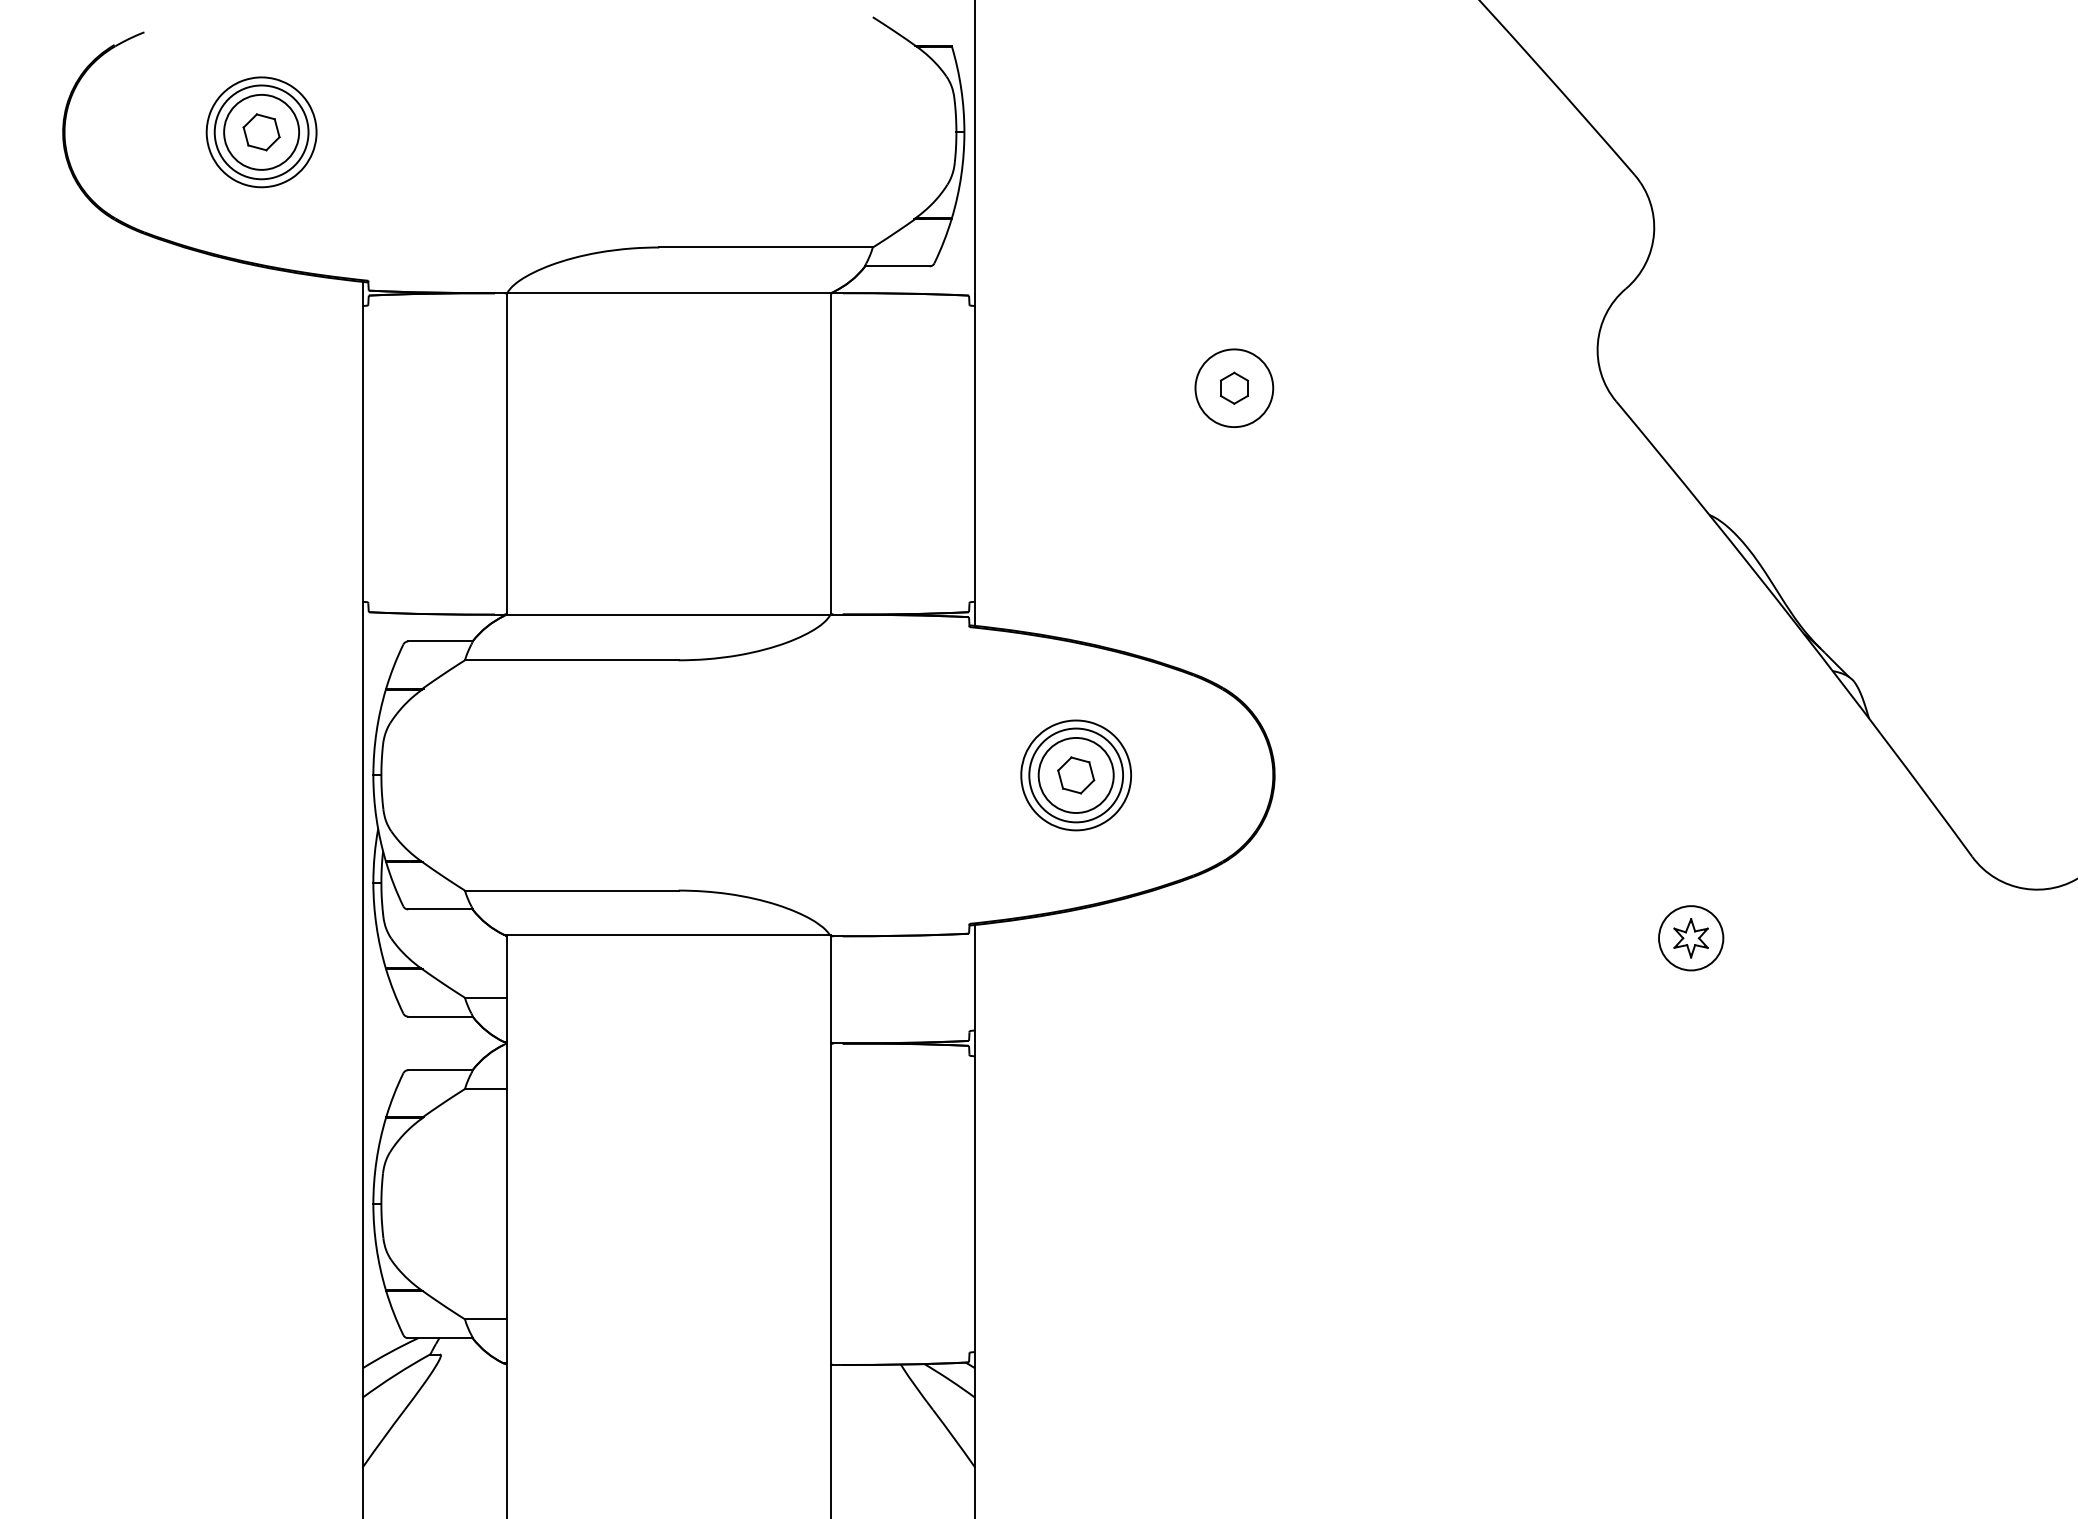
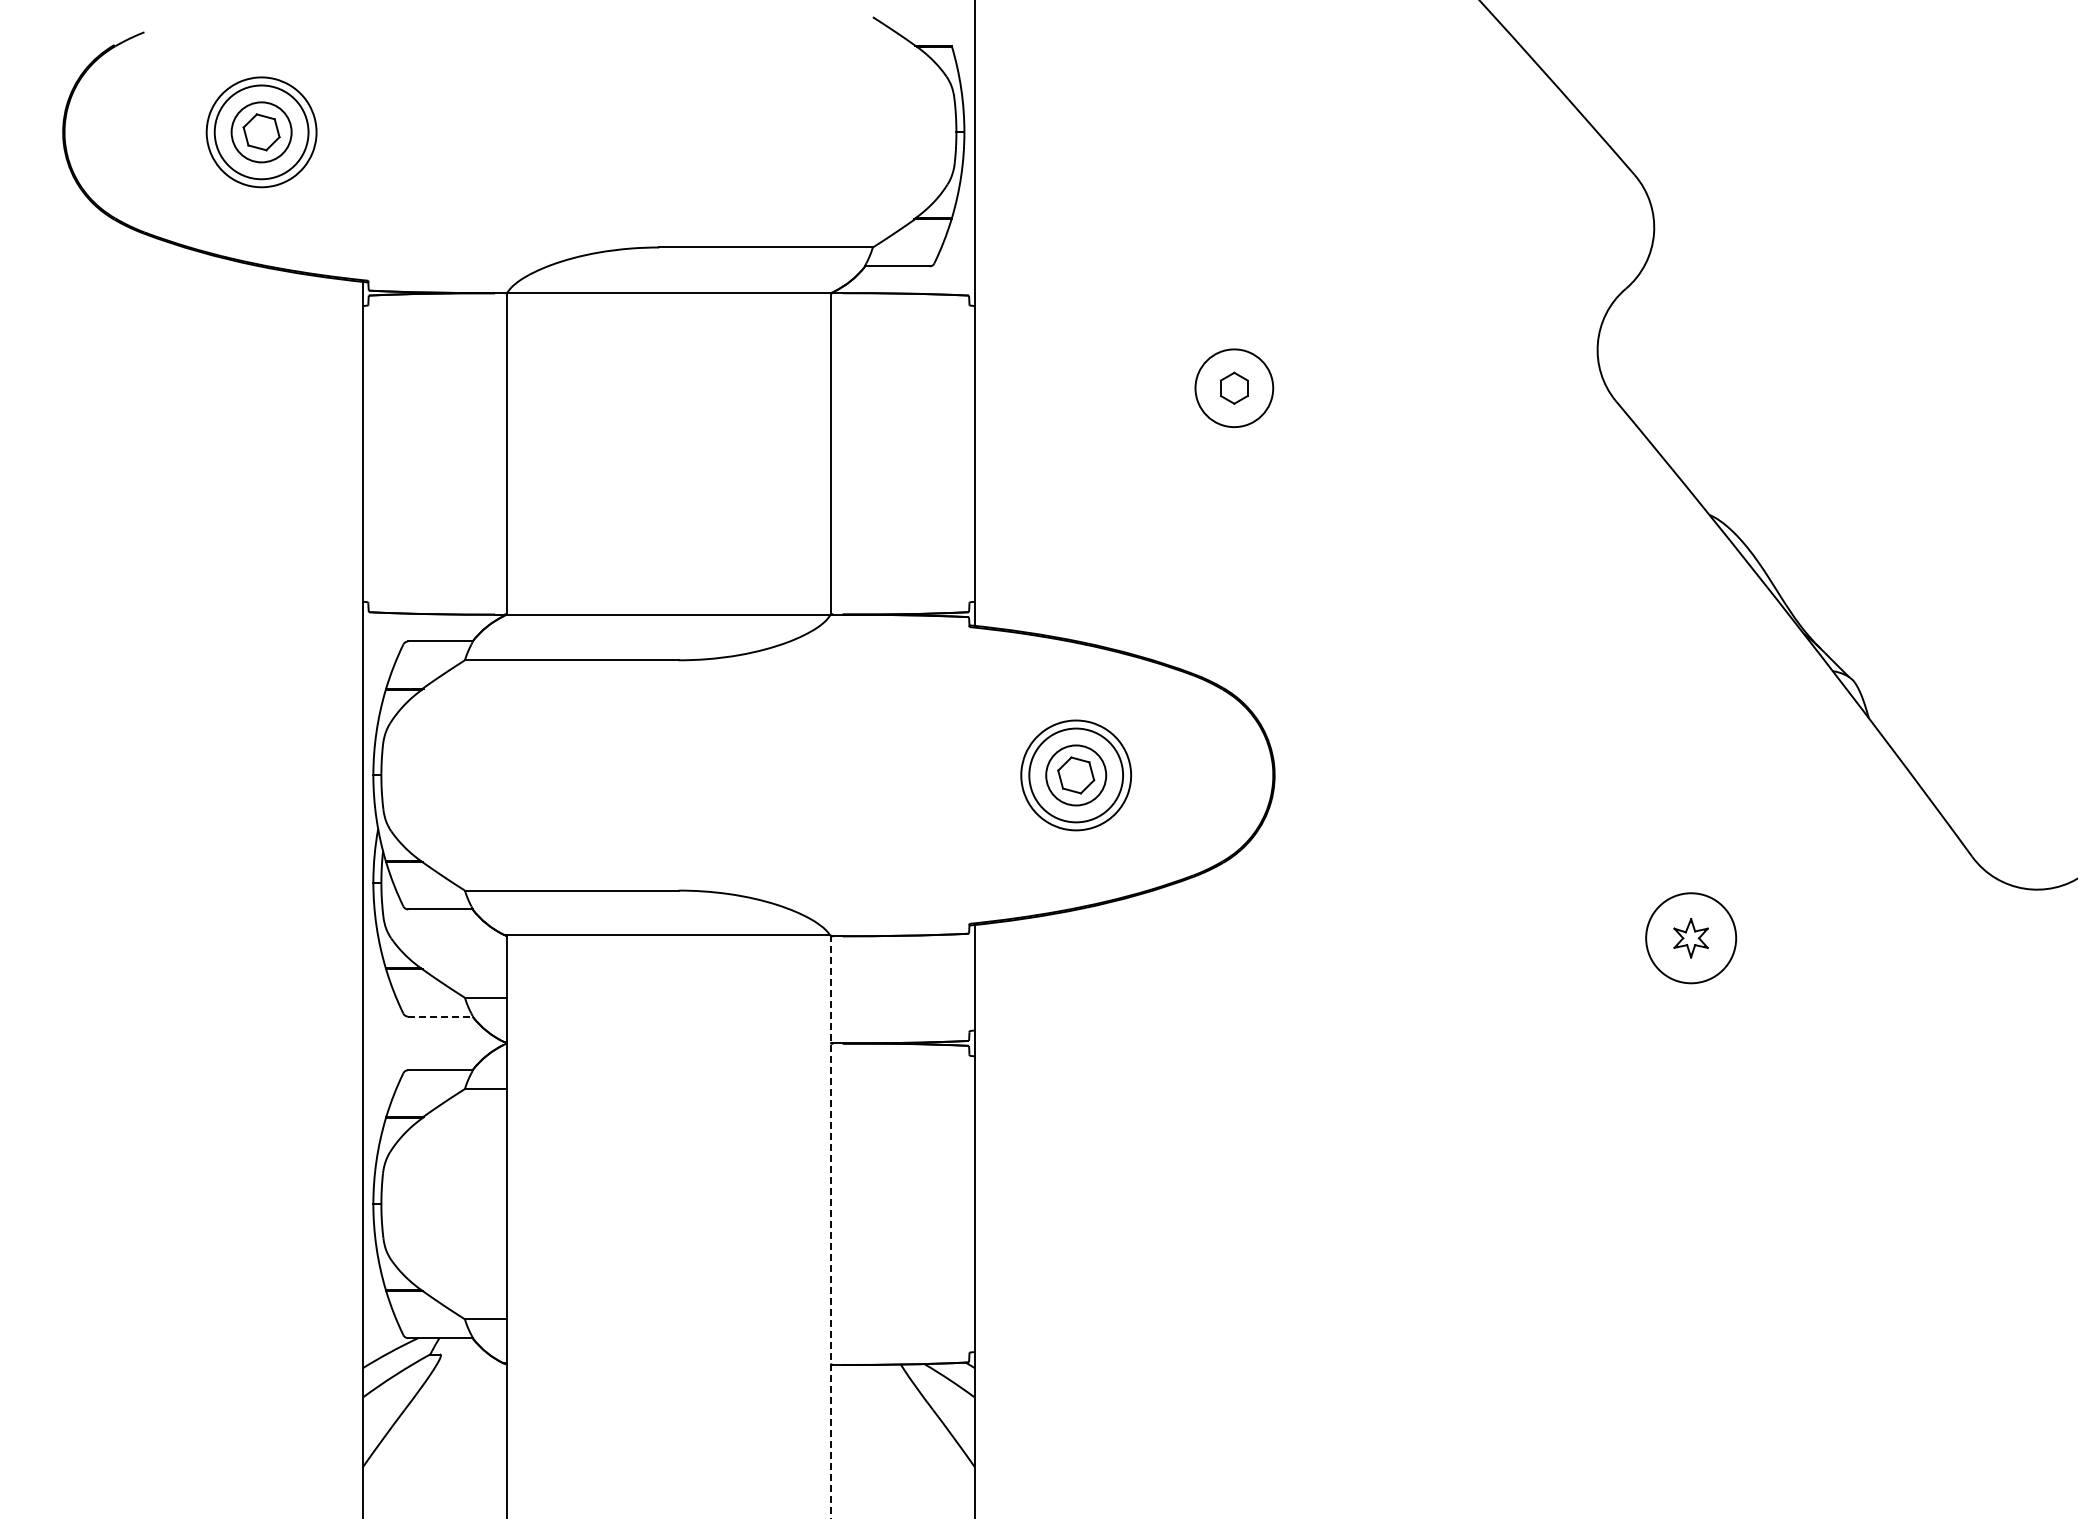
circle at (261, 131) diameter: 75 px -> 60 px
circle at (1075, 774) diameter: 75 px -> 60 px
circle at (1691, 938) diameter: 64 px -> 90 px
line at (440, 1016): solid -> dashed
line at (830, 1227): solid -> dashed
